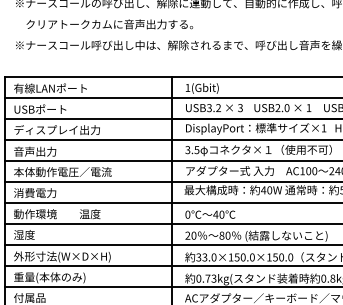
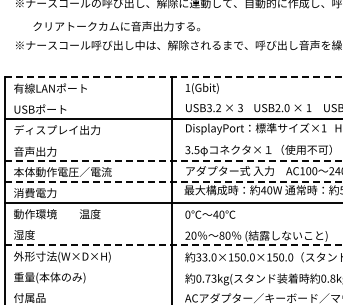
text at (109, 24) position: (109, 24) -> (116, 26)
line at (173, 76): solid -> dashed
line at (172, 97): present -> none
line at (172, 139): present -> none
line at (173, 160): solid -> dashed
line at (173, 181): solid -> dashed
line at (172, 223): present -> none
line at (173, 244): solid -> dashed
line at (172, 265): present -> none
line at (172, 286): present -> none
